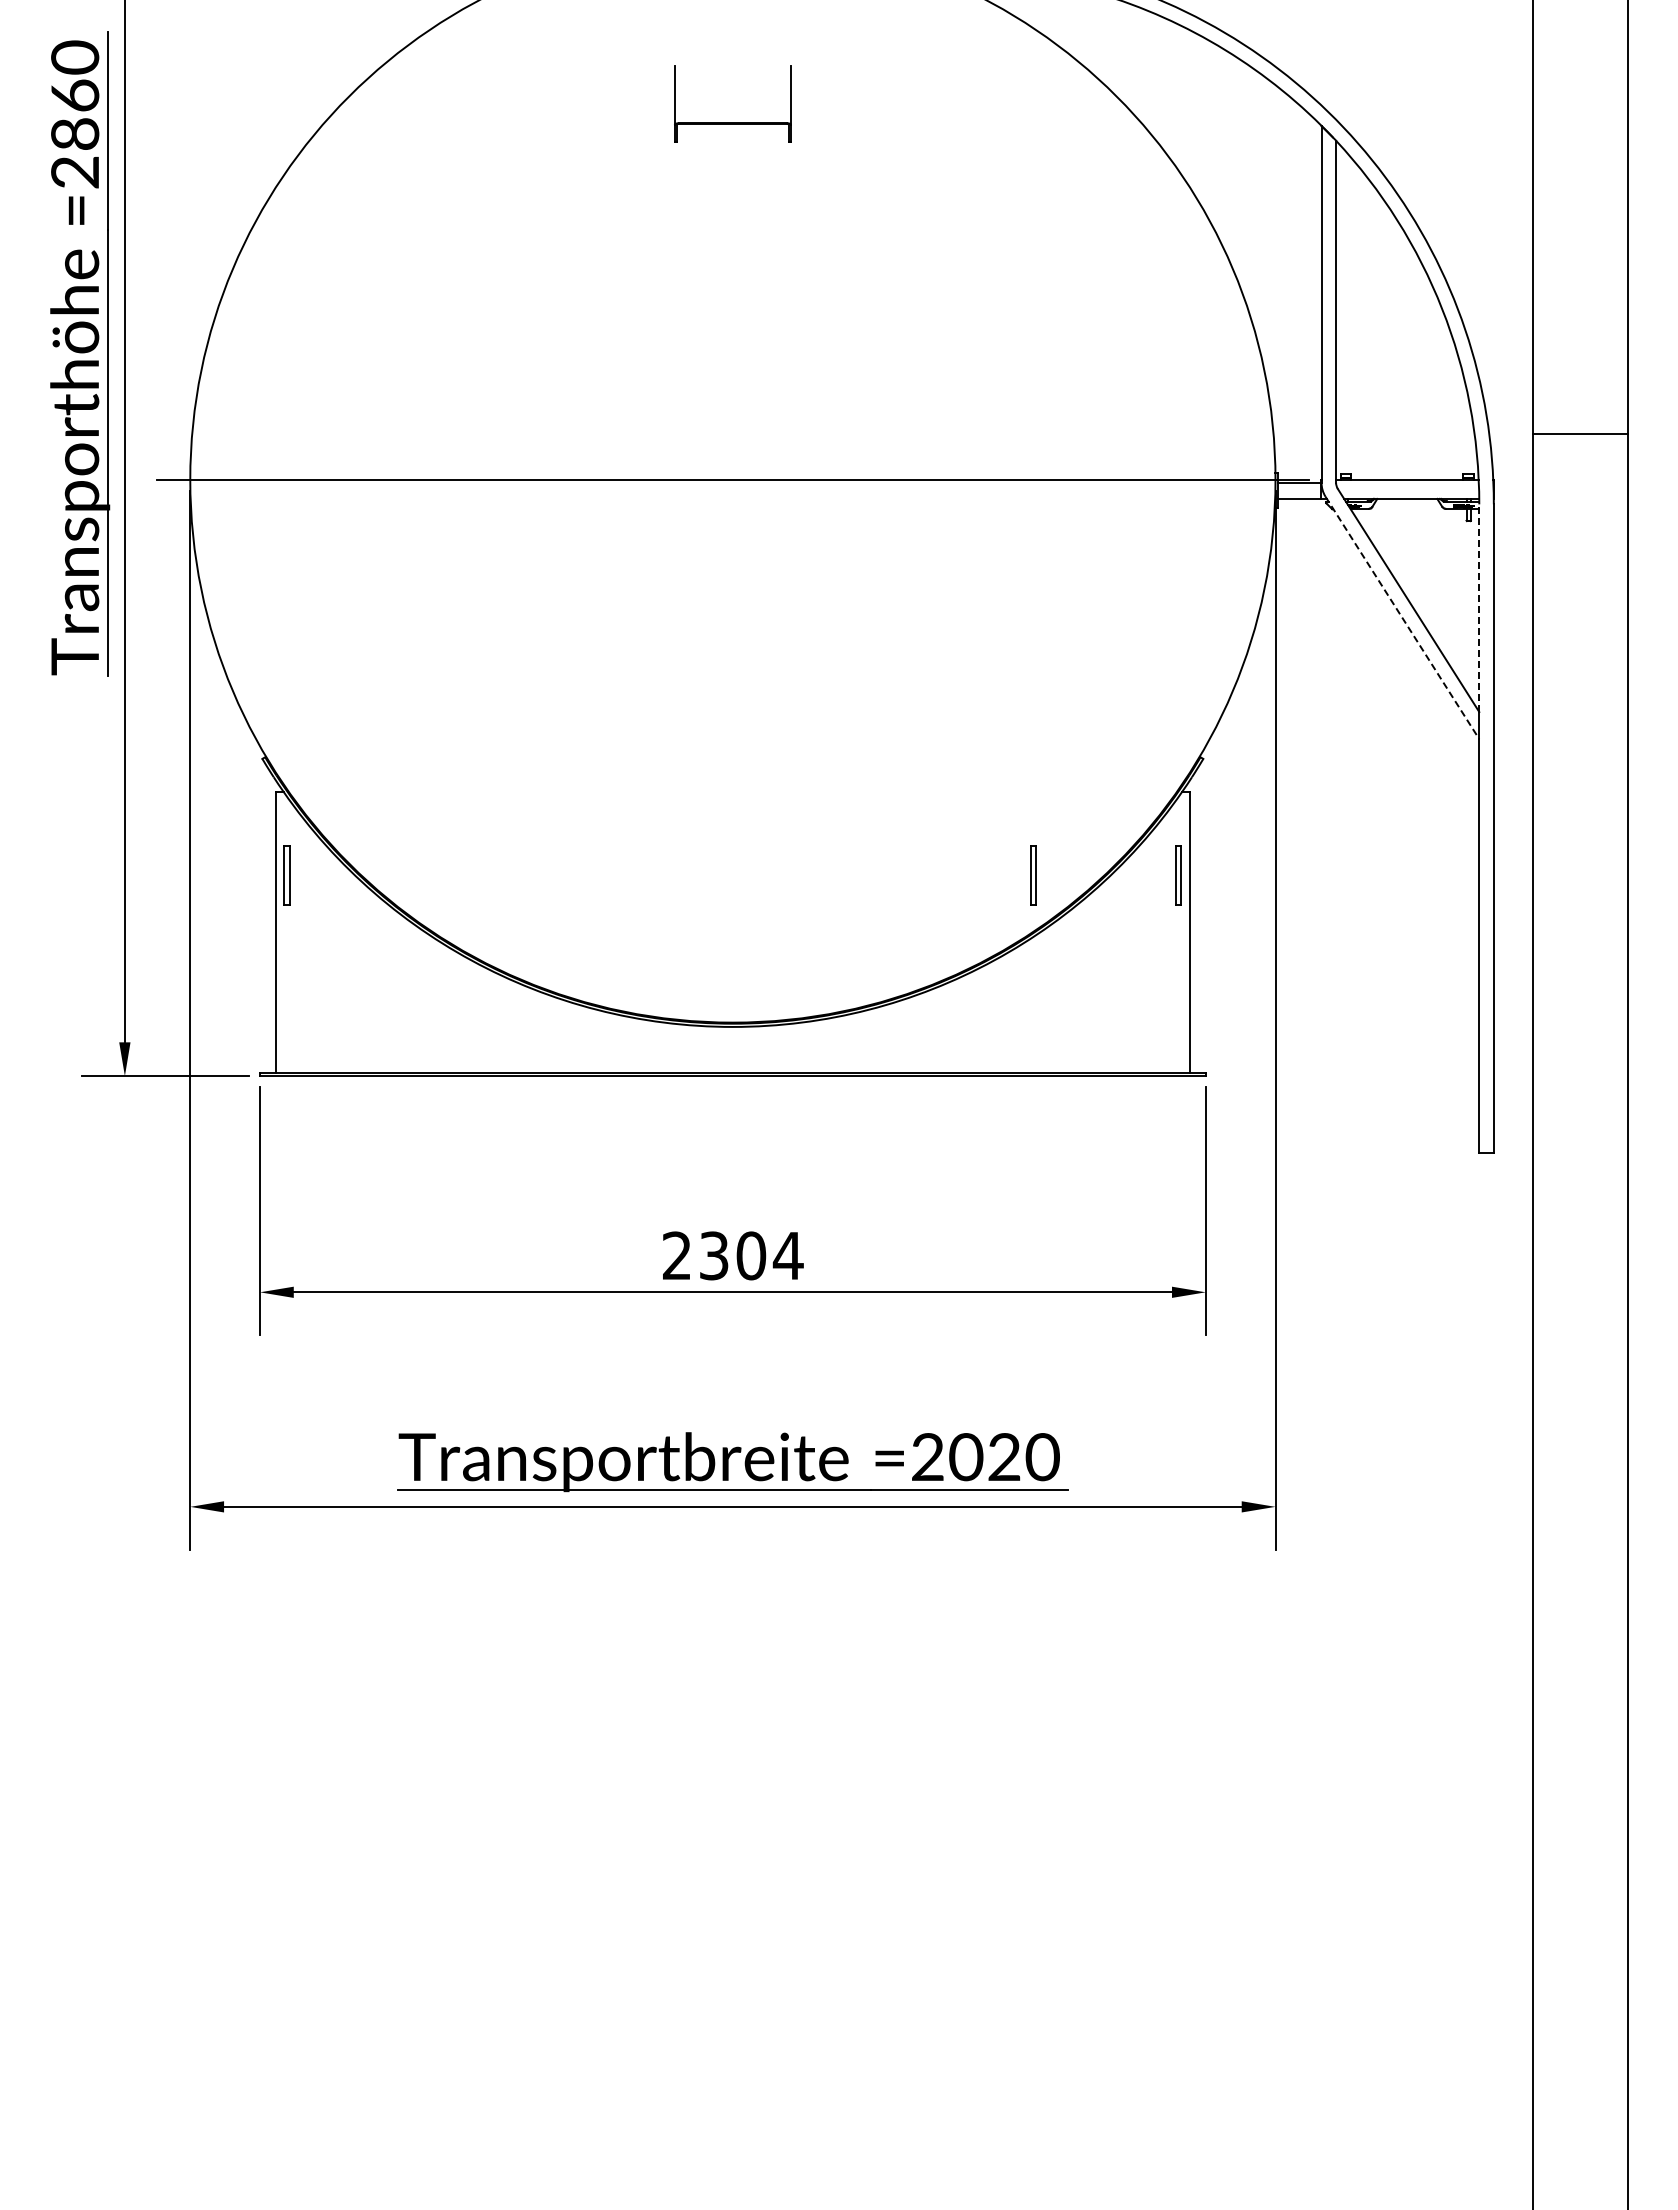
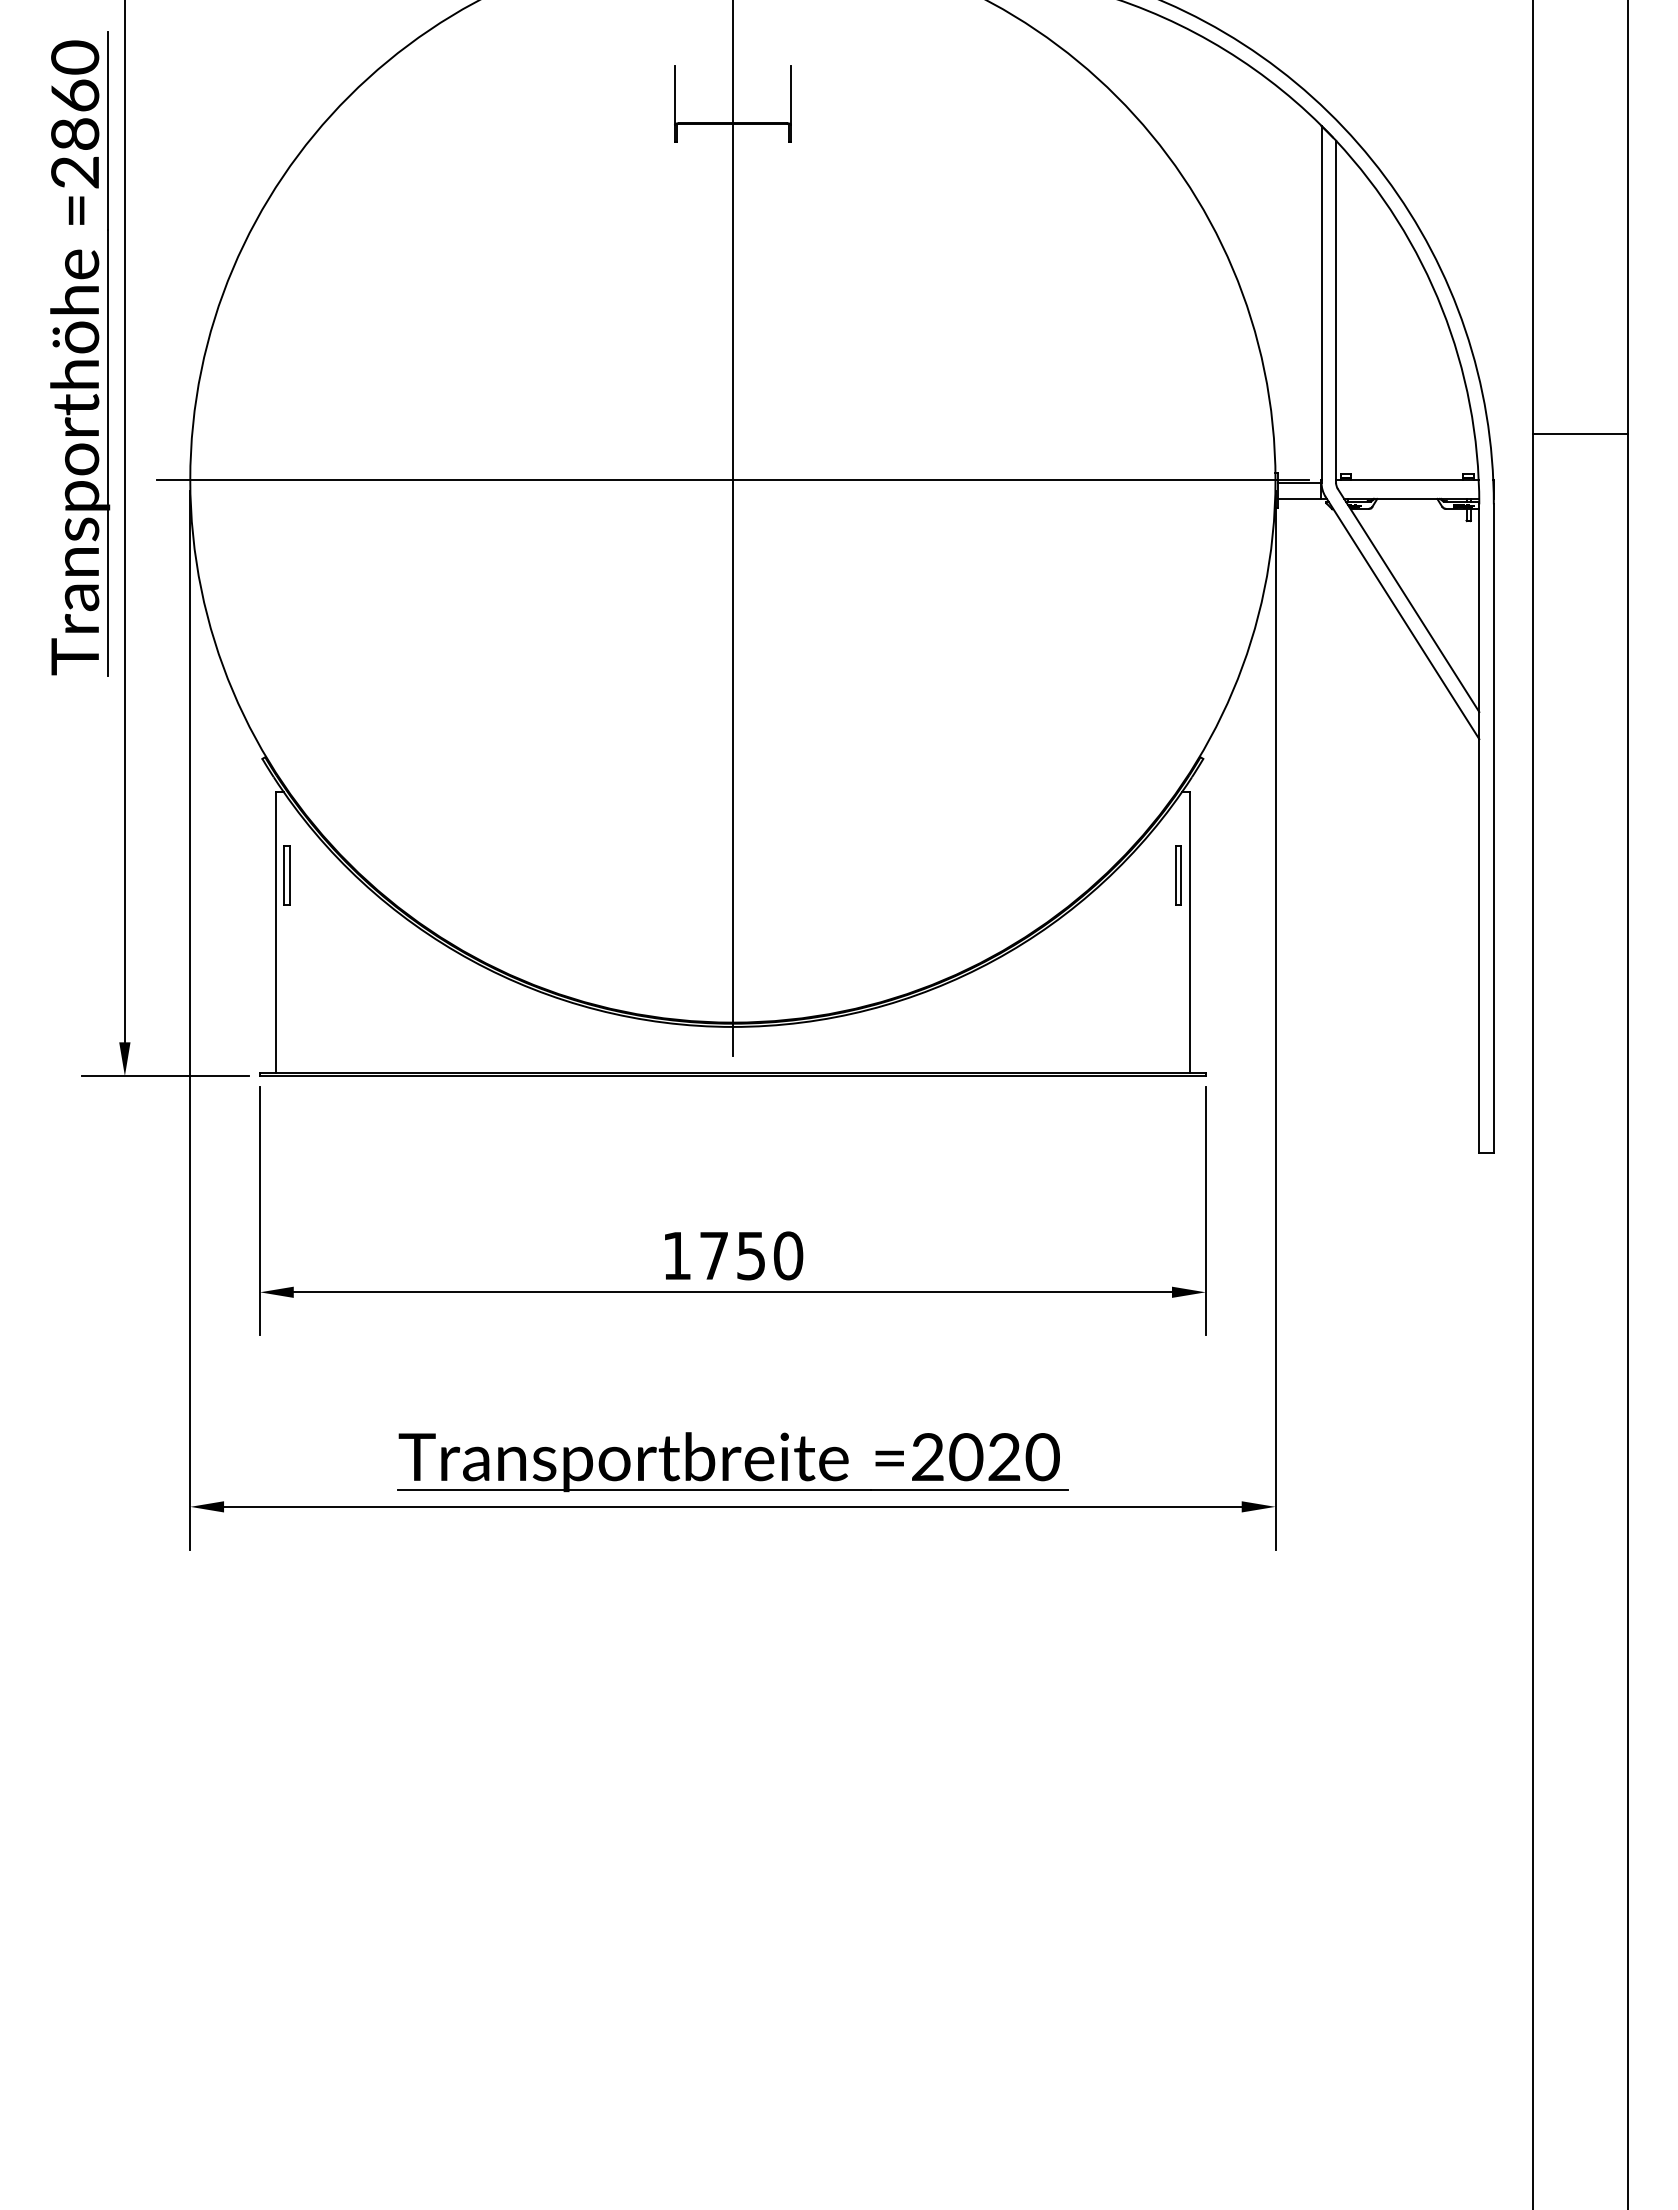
line at (732, 529): none -> present
line at (1479, 608): dashed -> solid
line at (1402, 618): dashed -> solid
part at (1033, 875): present -> none
text at (733, 1255): 2304 -> 1750
